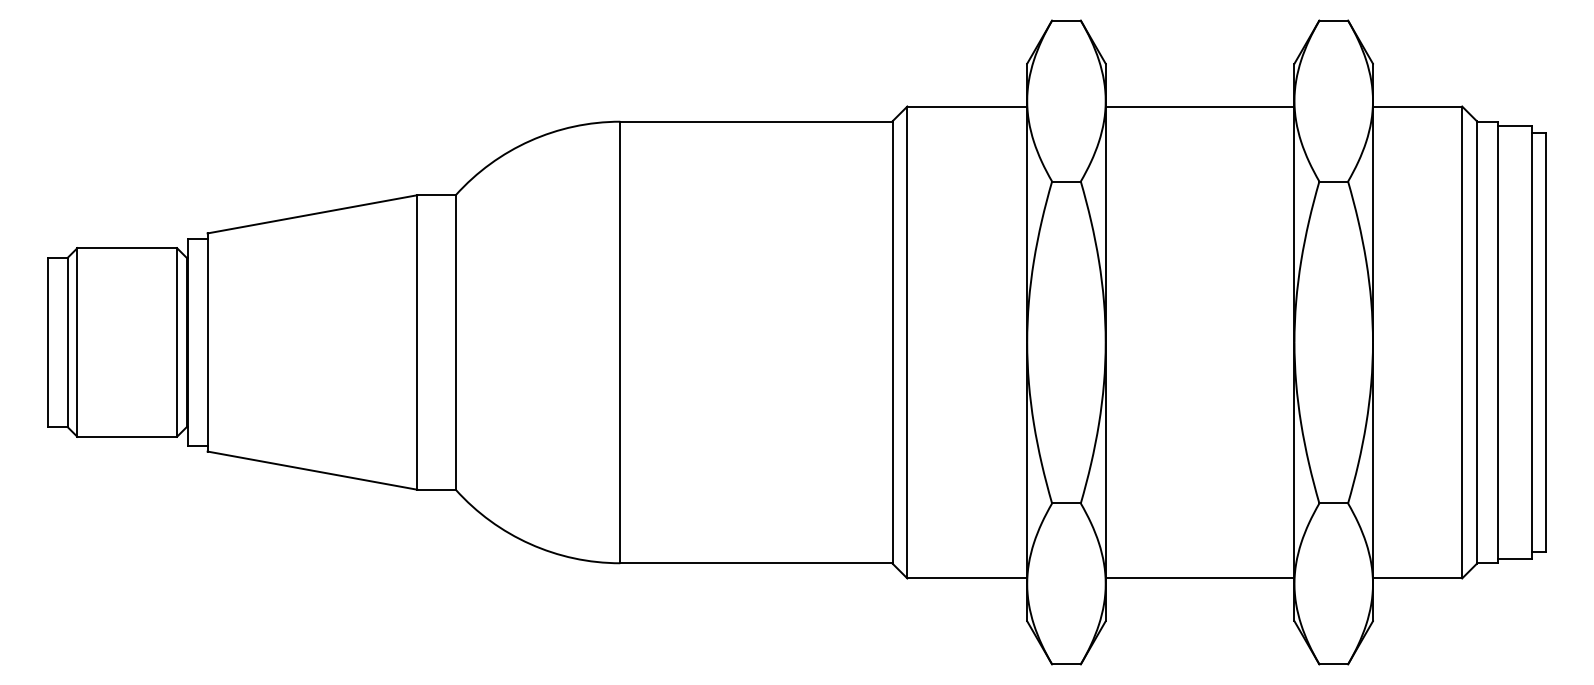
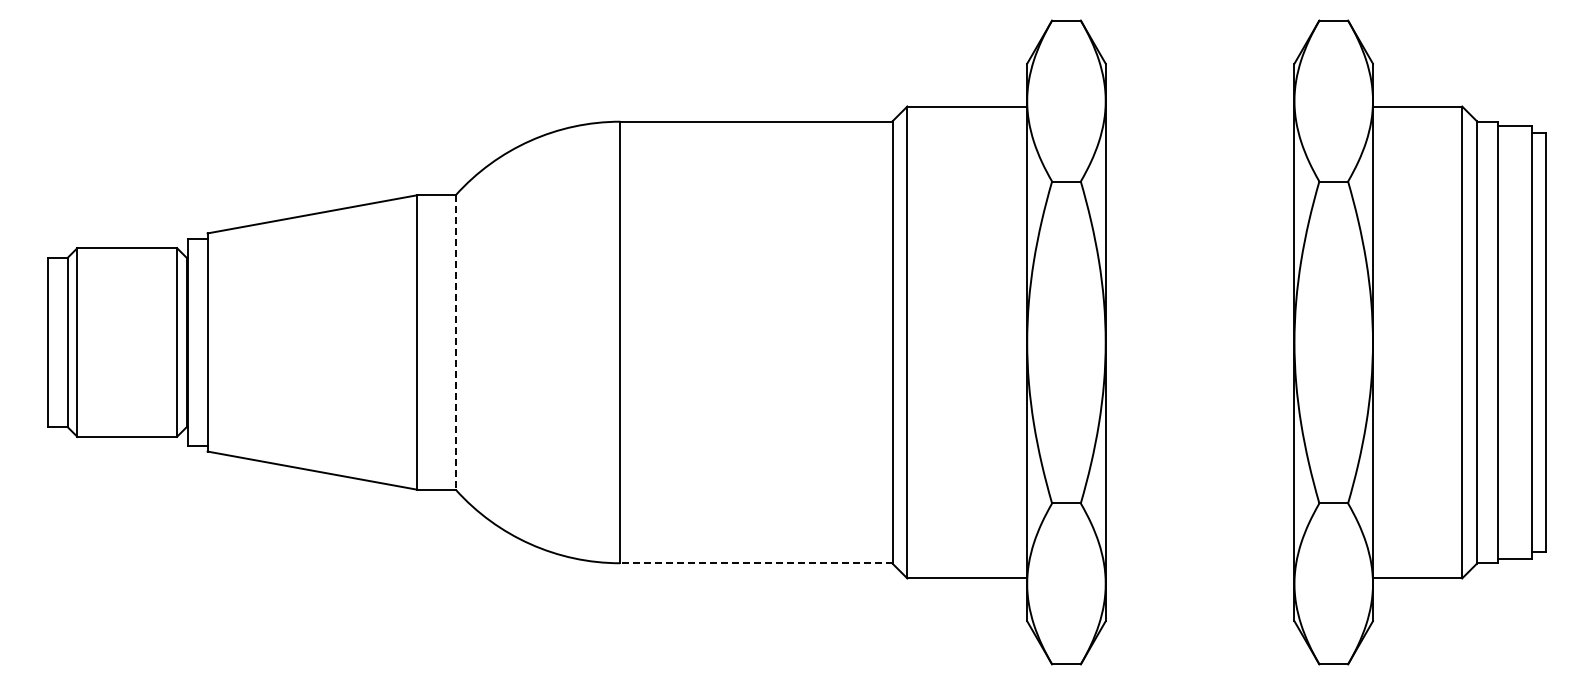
line at (1199, 106): present -> none
line at (455, 342): solid -> dashed
line at (756, 563): solid -> dashed
line at (1199, 578): present -> none
